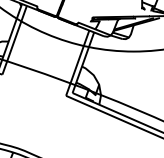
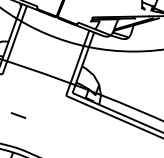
line at (18, 115): none -> present
